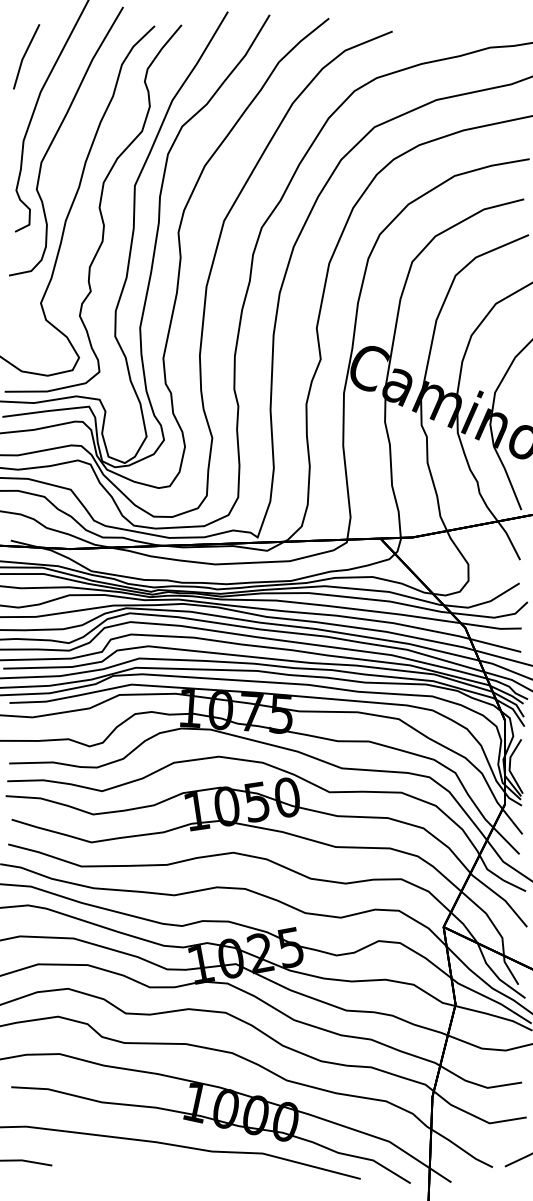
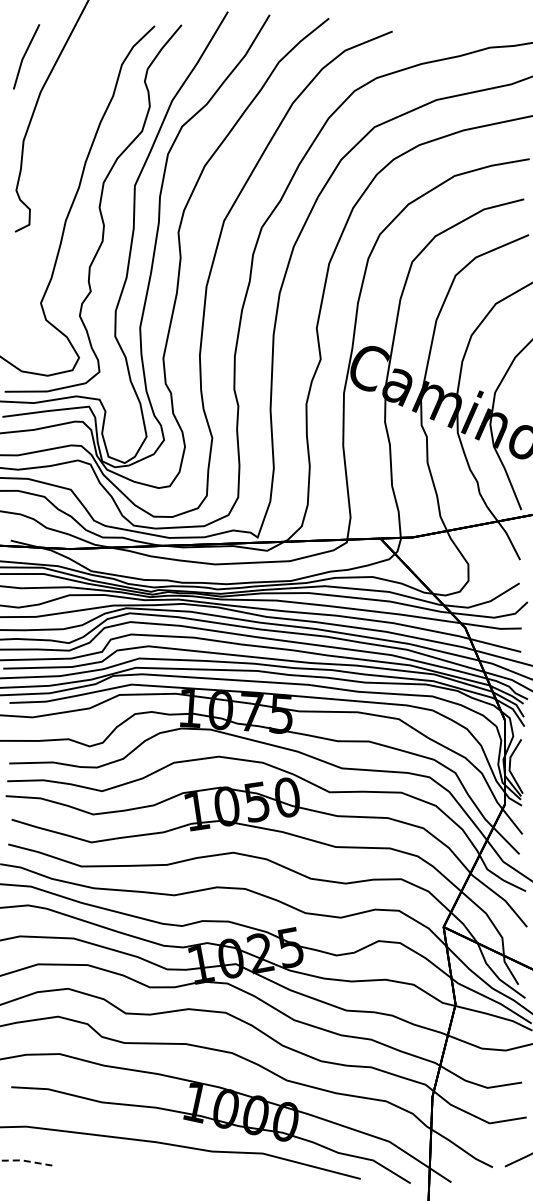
curve at (56, 135): present -> none
line at (25, 1161): solid -> dashed
